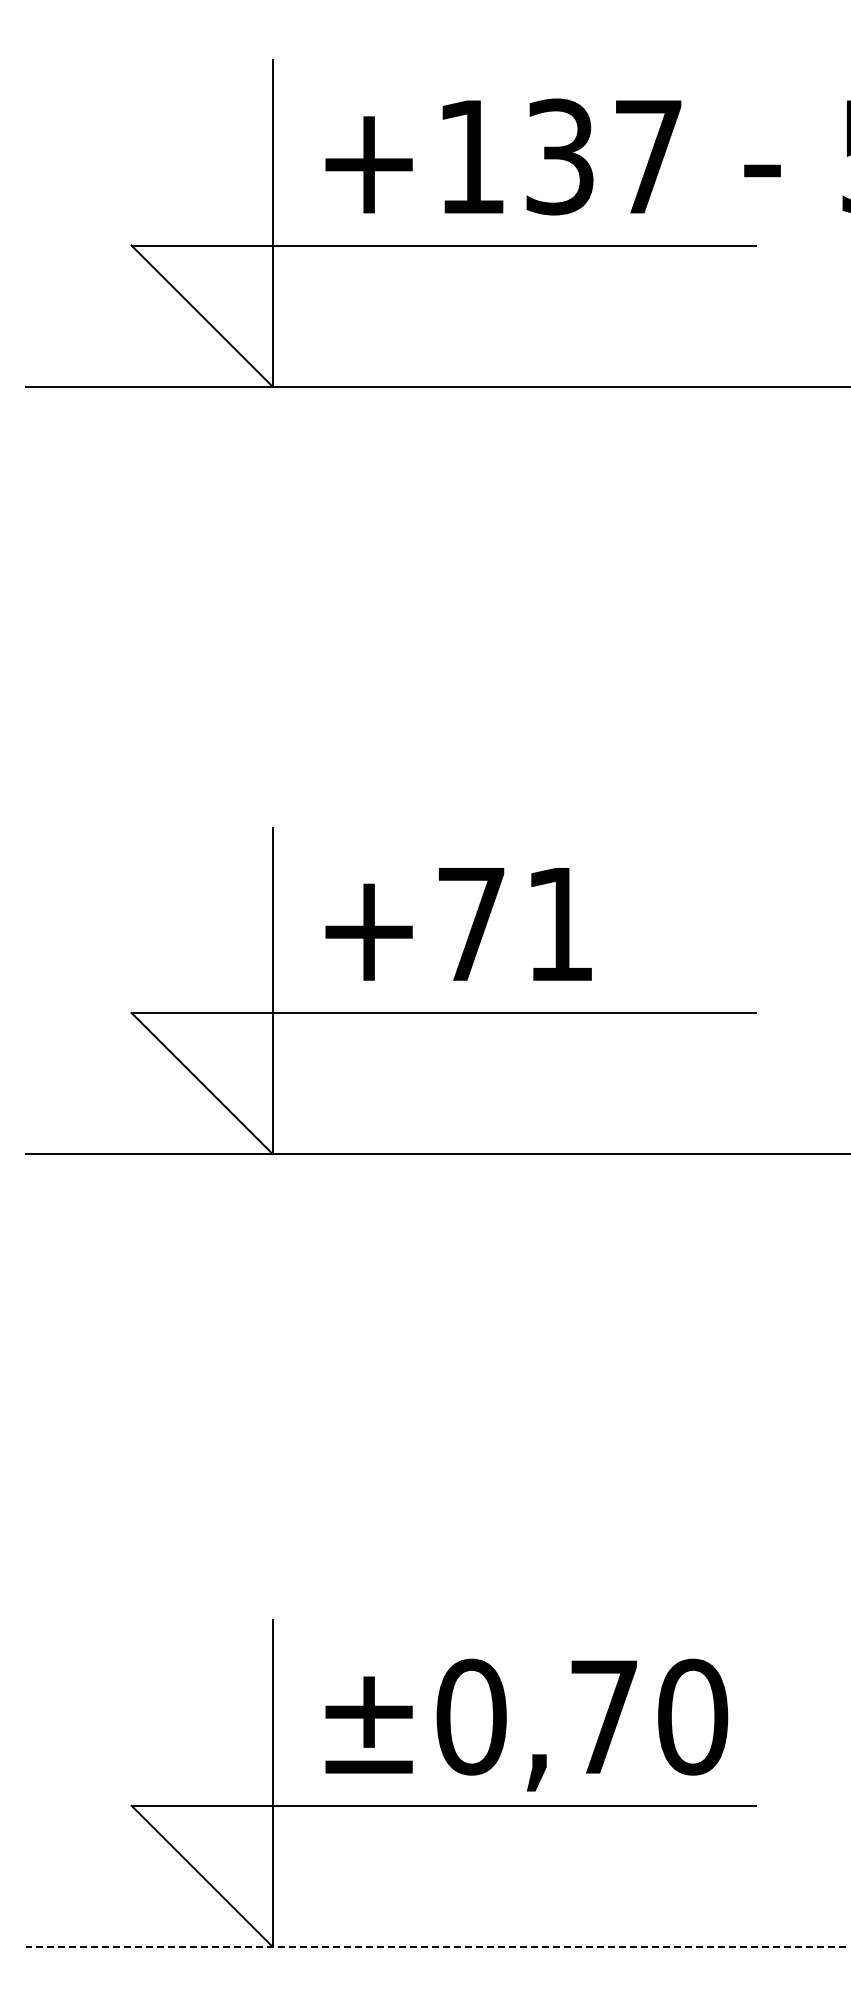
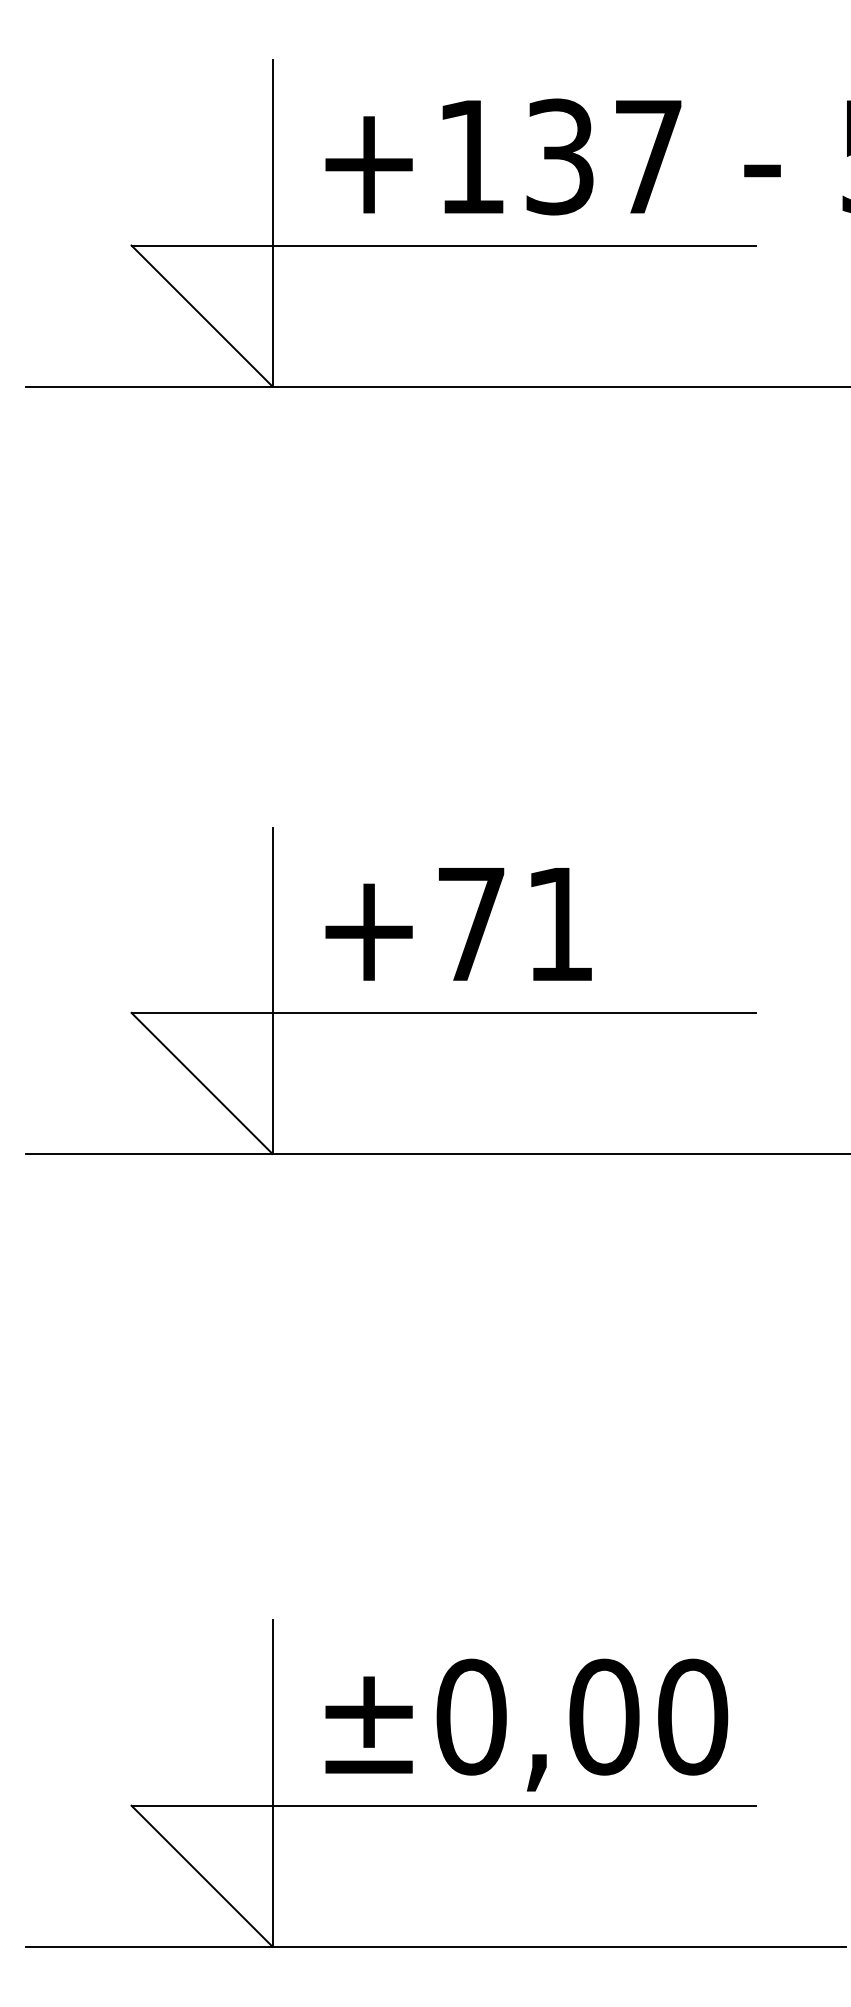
text at (604, 1716): ±0,70 -> ±0,00
line at (435, 1946): dashed -> solid
